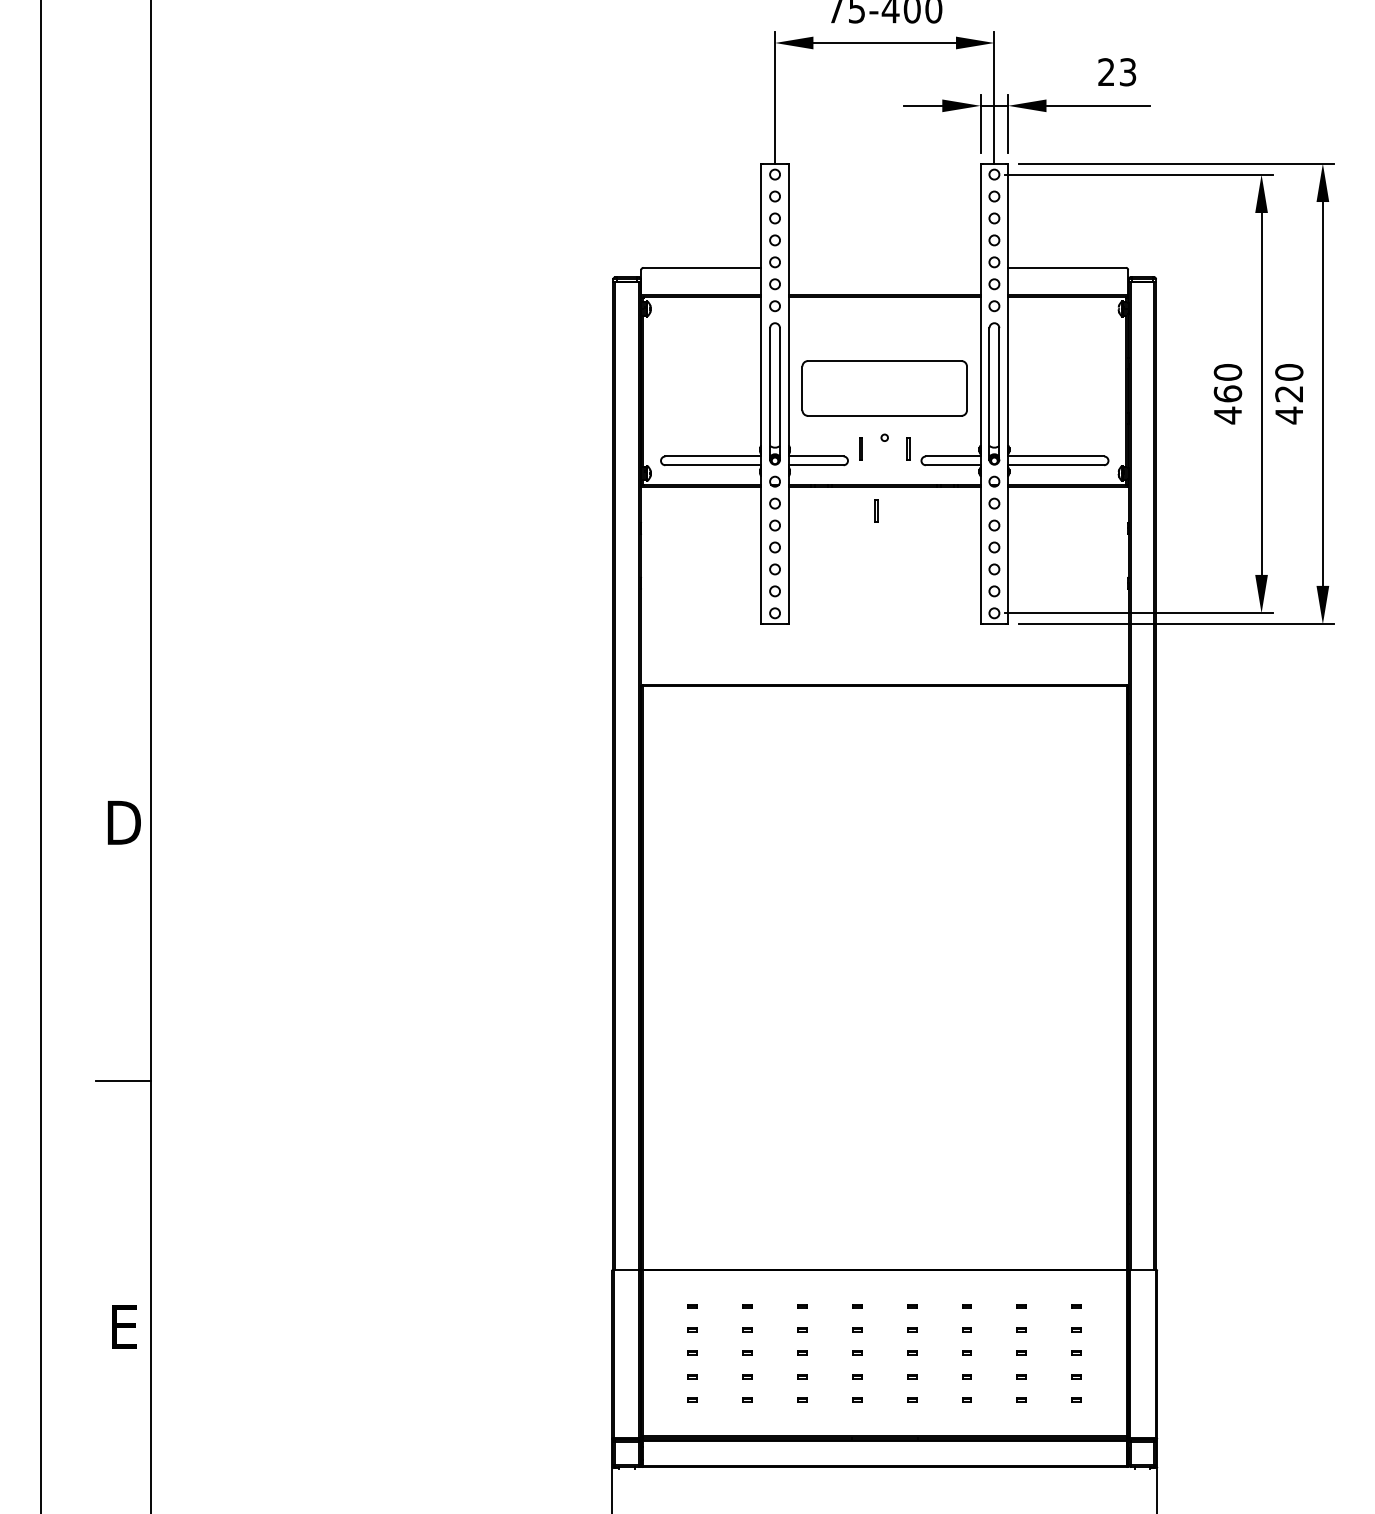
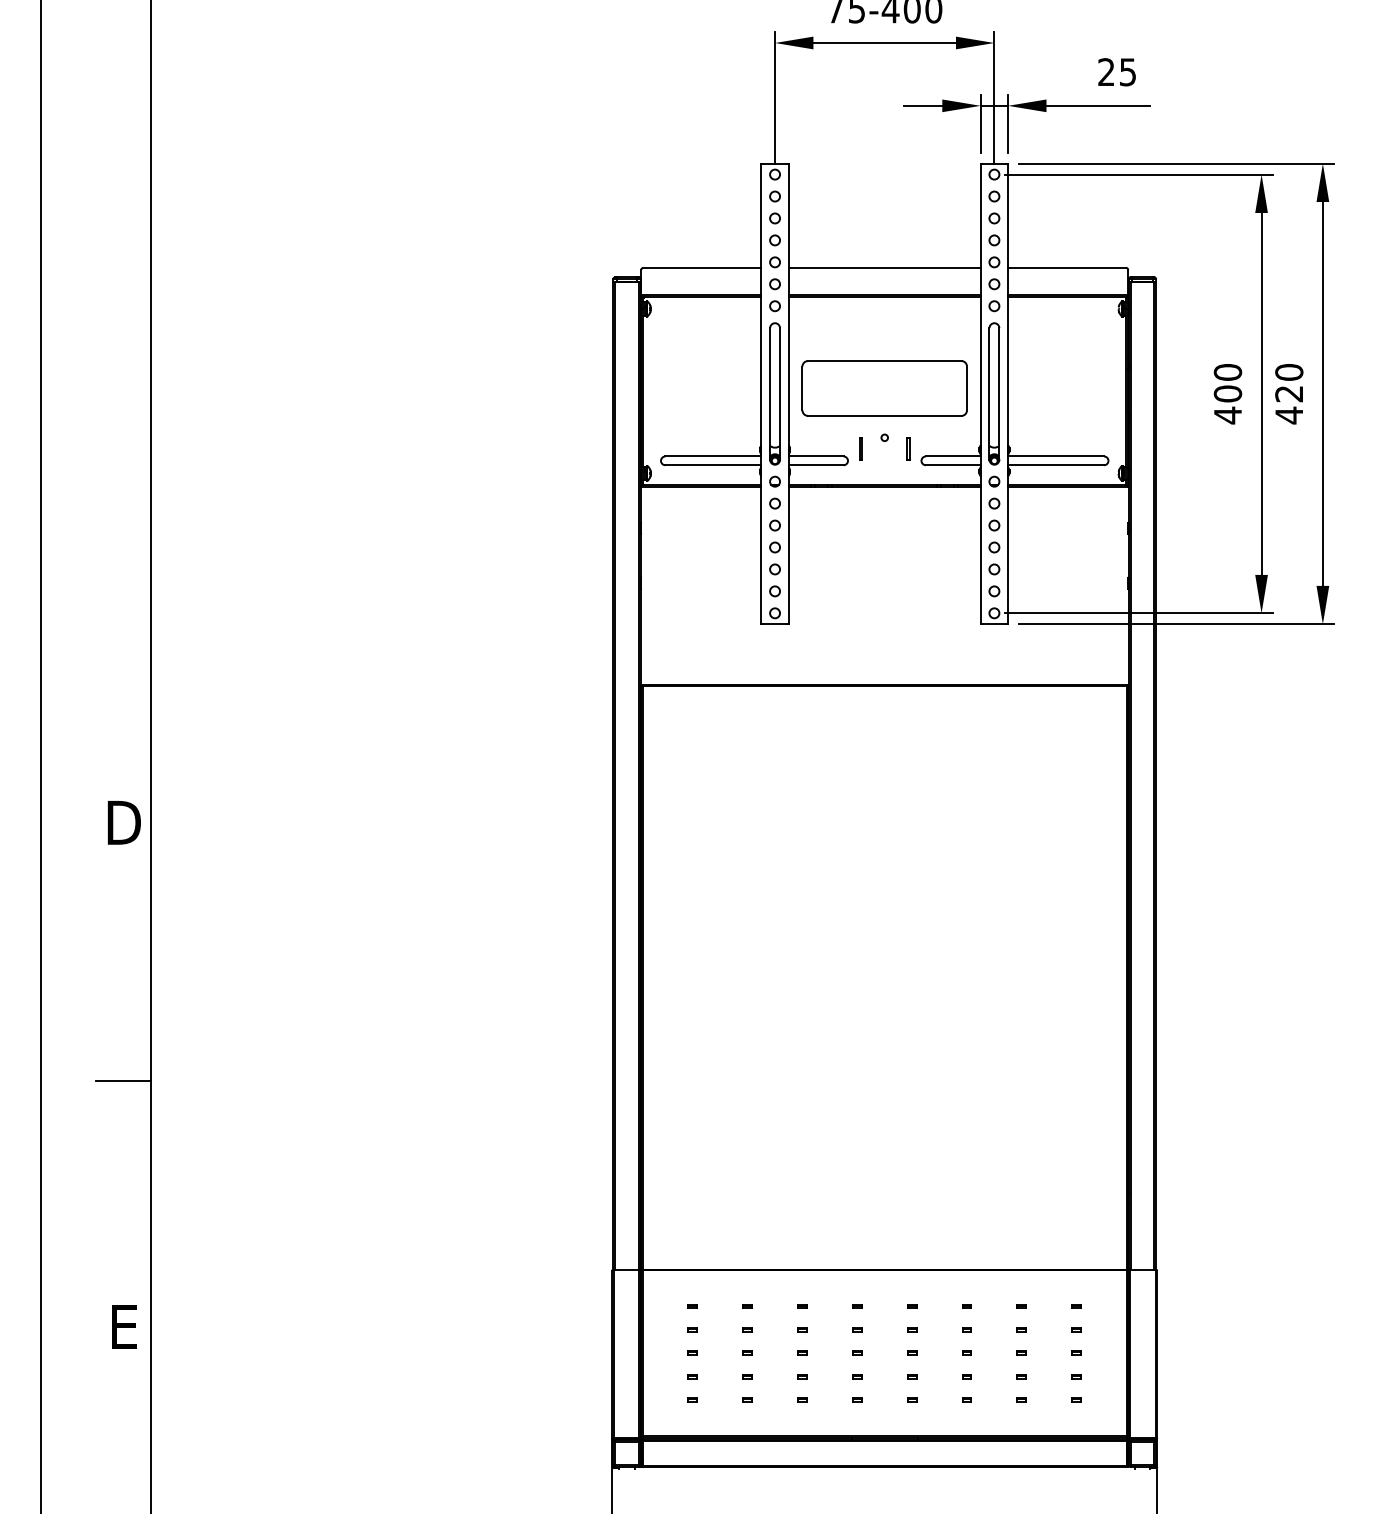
text at (1128, 71): 23 -> 25
line at (884, 267): none -> present
text at (1227, 393): 460 -> 400
line at (875, 510): present -> none
